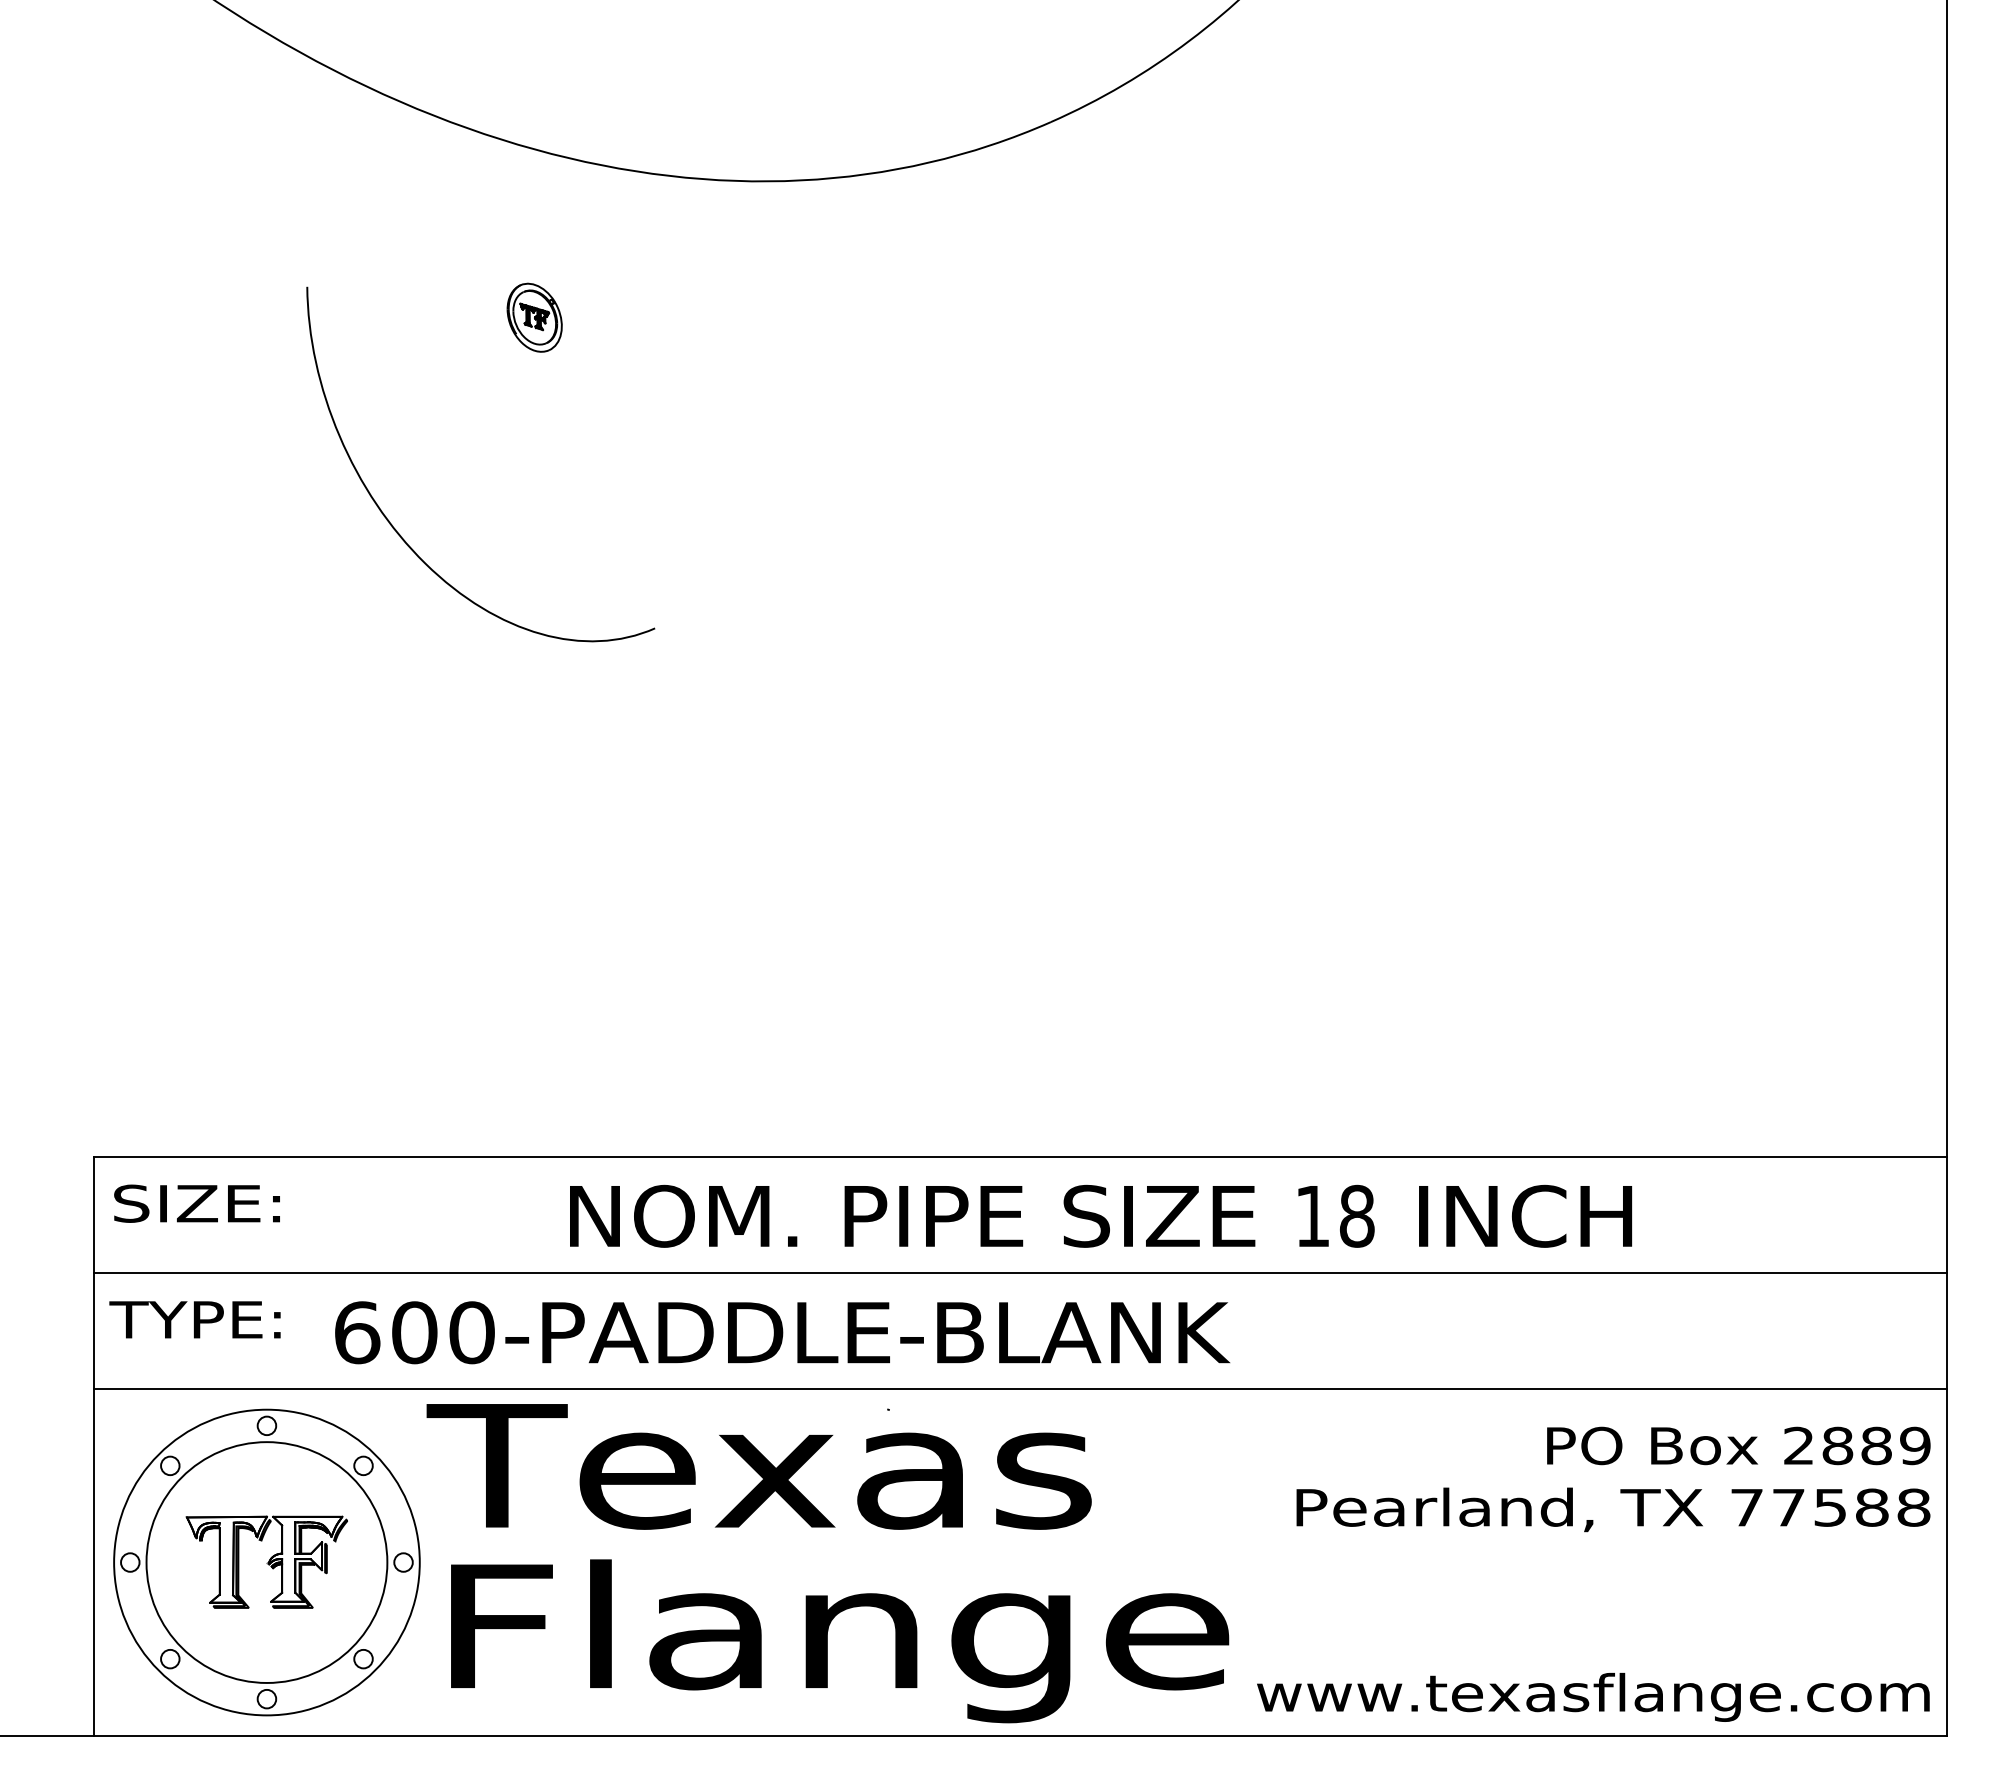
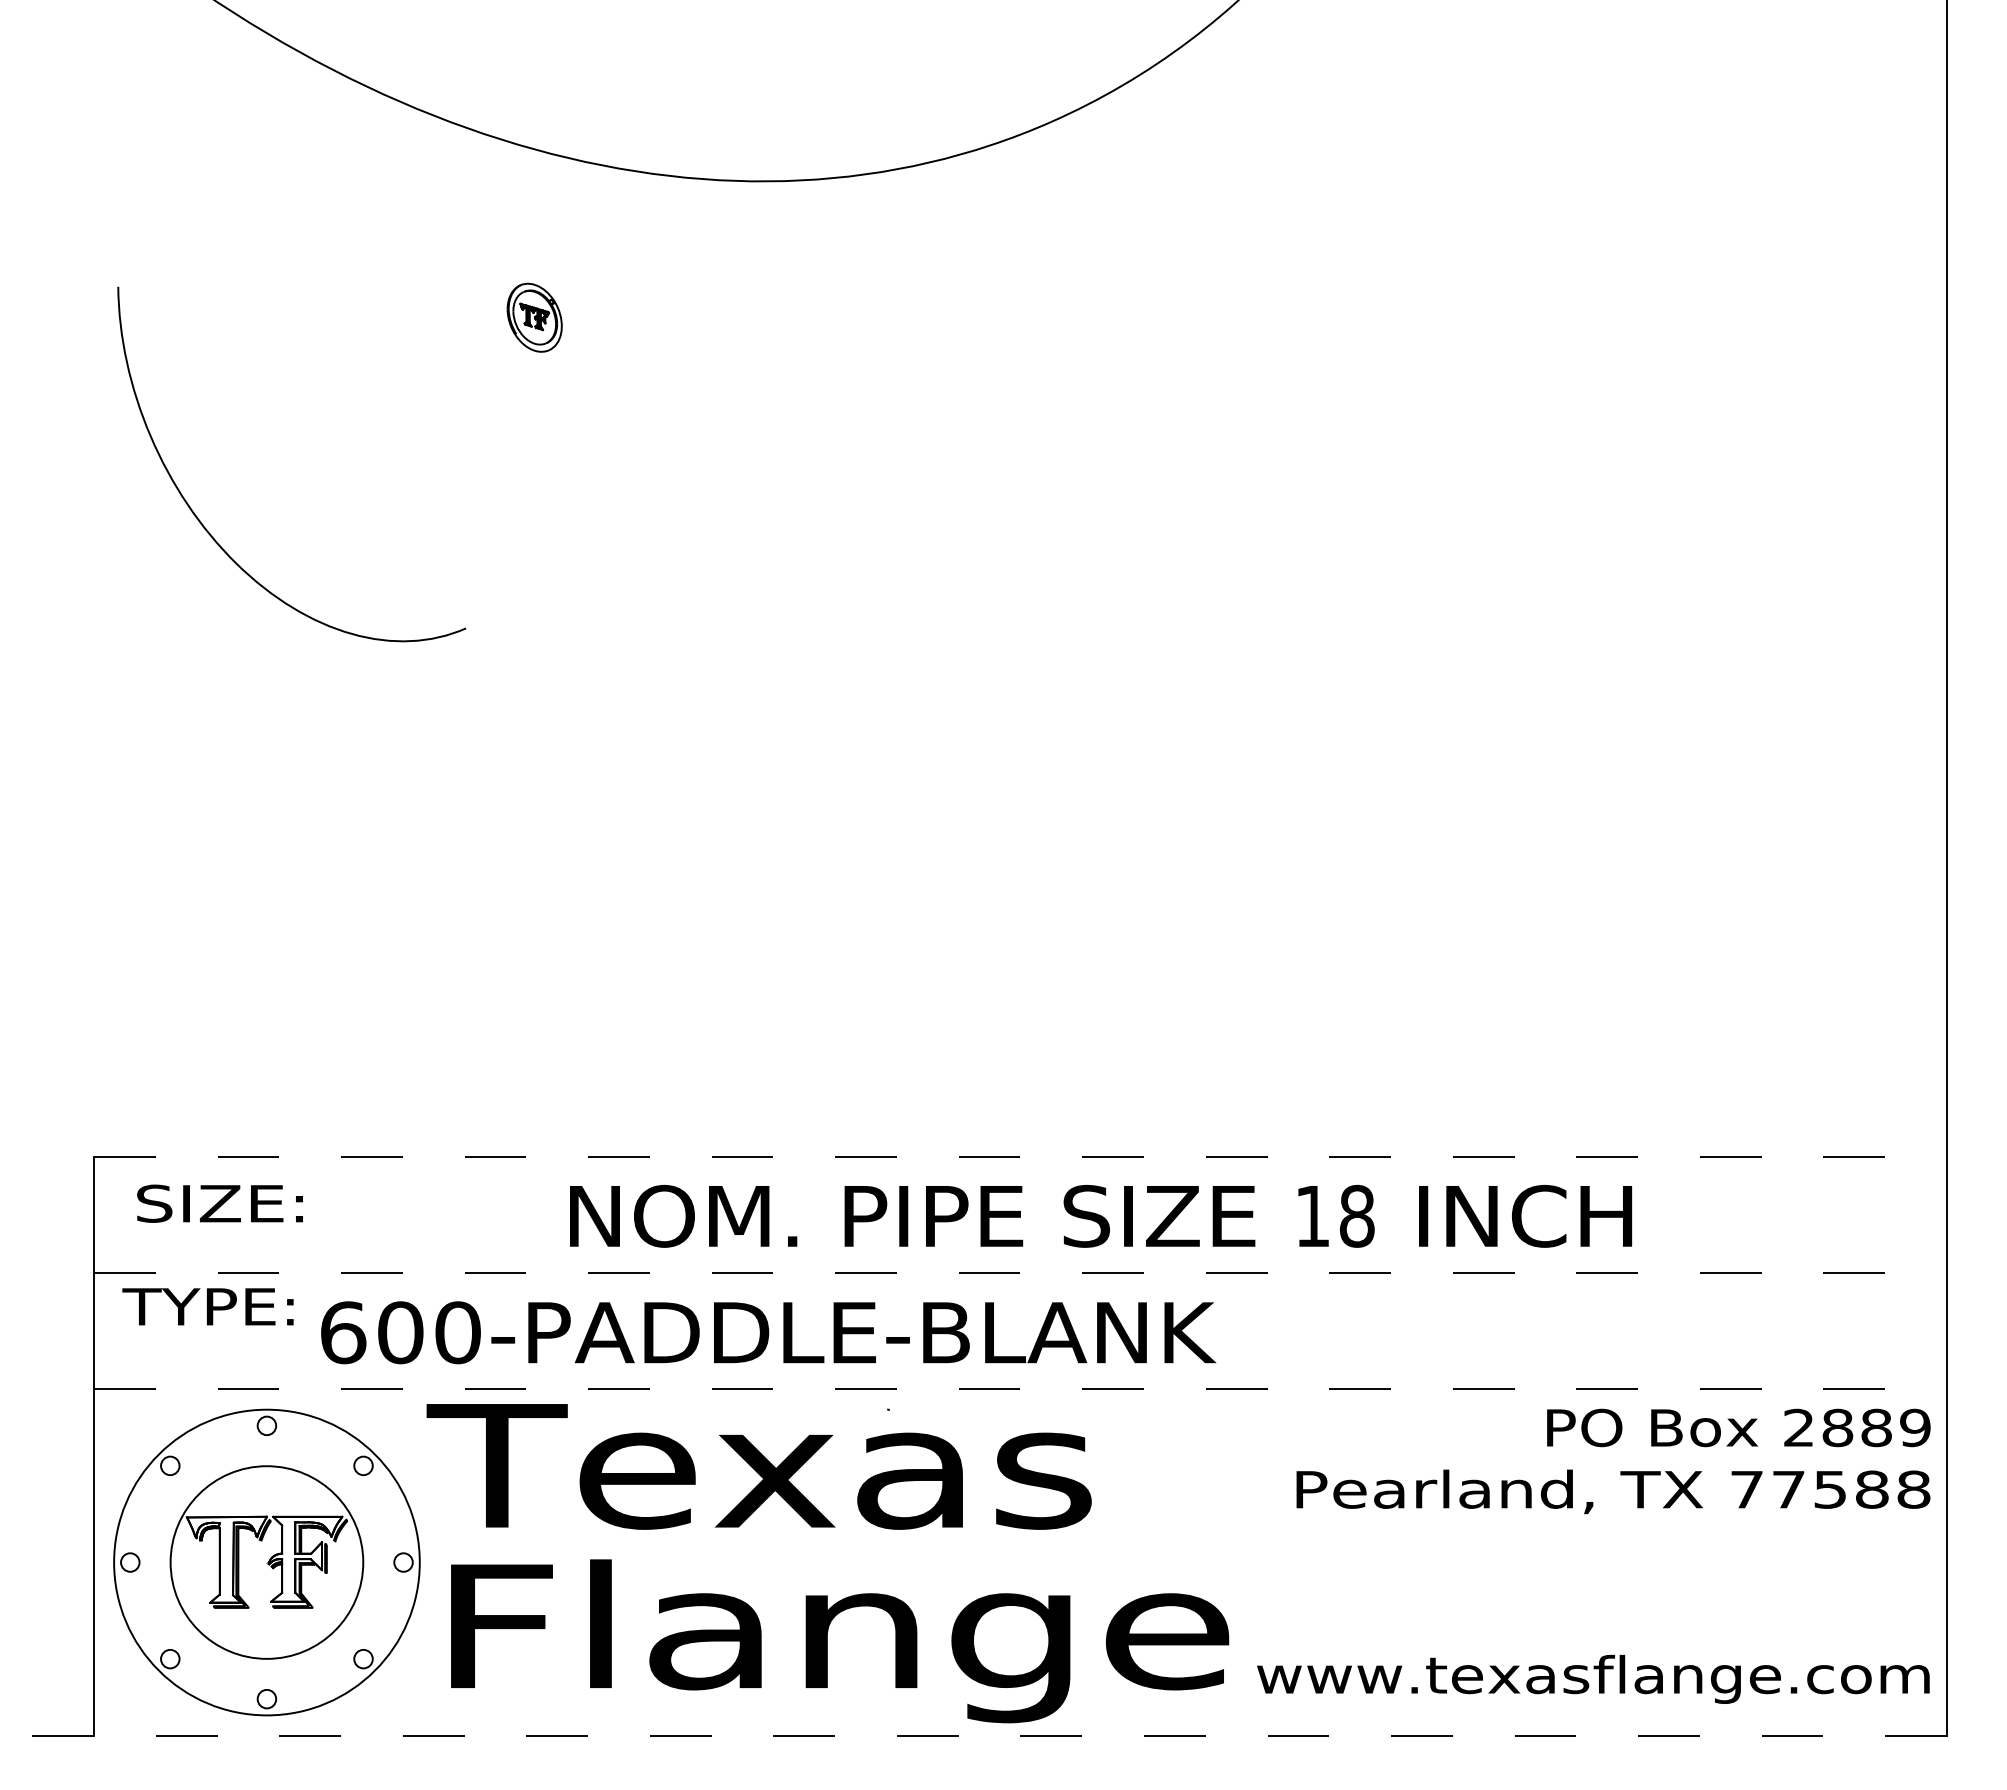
curve at (396, 529) position: (396, 529) -> (207, 529)
line at (1020, 1157): solid -> dashed
text at (196, 1203) position: (196, 1203) -> (219, 1203)
line at (1020, 1273): solid -> dashed
text at (194, 1319) position: (194, 1319) -> (207, 1306)
text at (782, 1332) position: (782, 1332) -> (768, 1332)
line at (1020, 1388): solid -> dashed
circle at (266, 1562) diameter: 241 px -> 193 px
text at (1593, 1573) position: (1593, 1573) -> (1593, 1555)
line at (974, 1736): solid -> dashed
